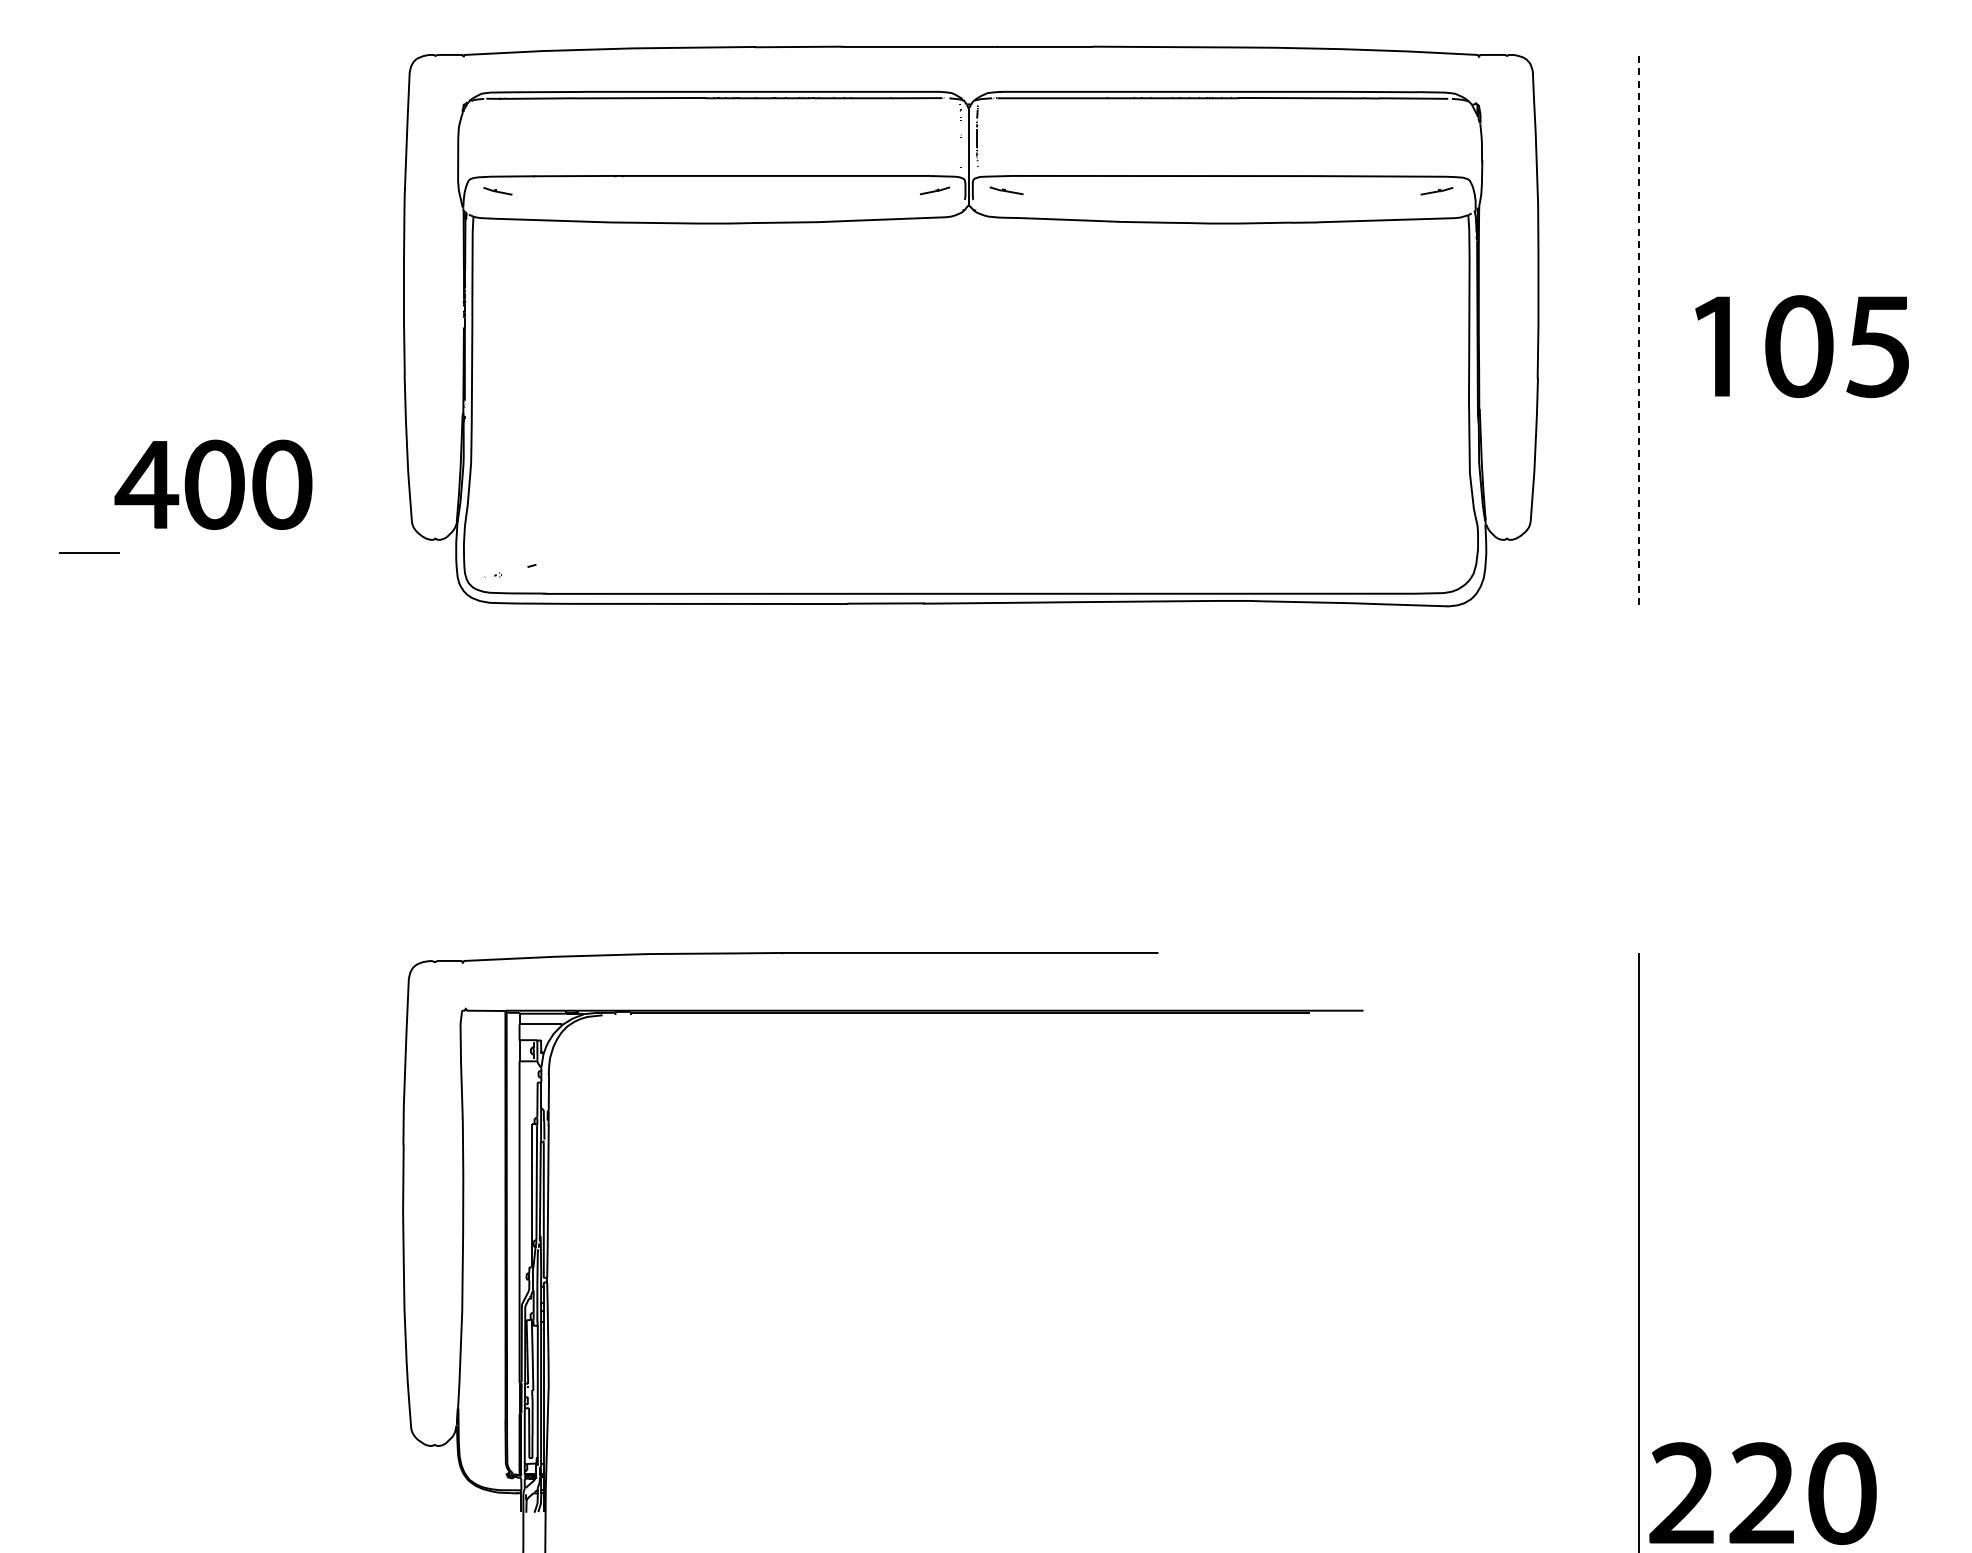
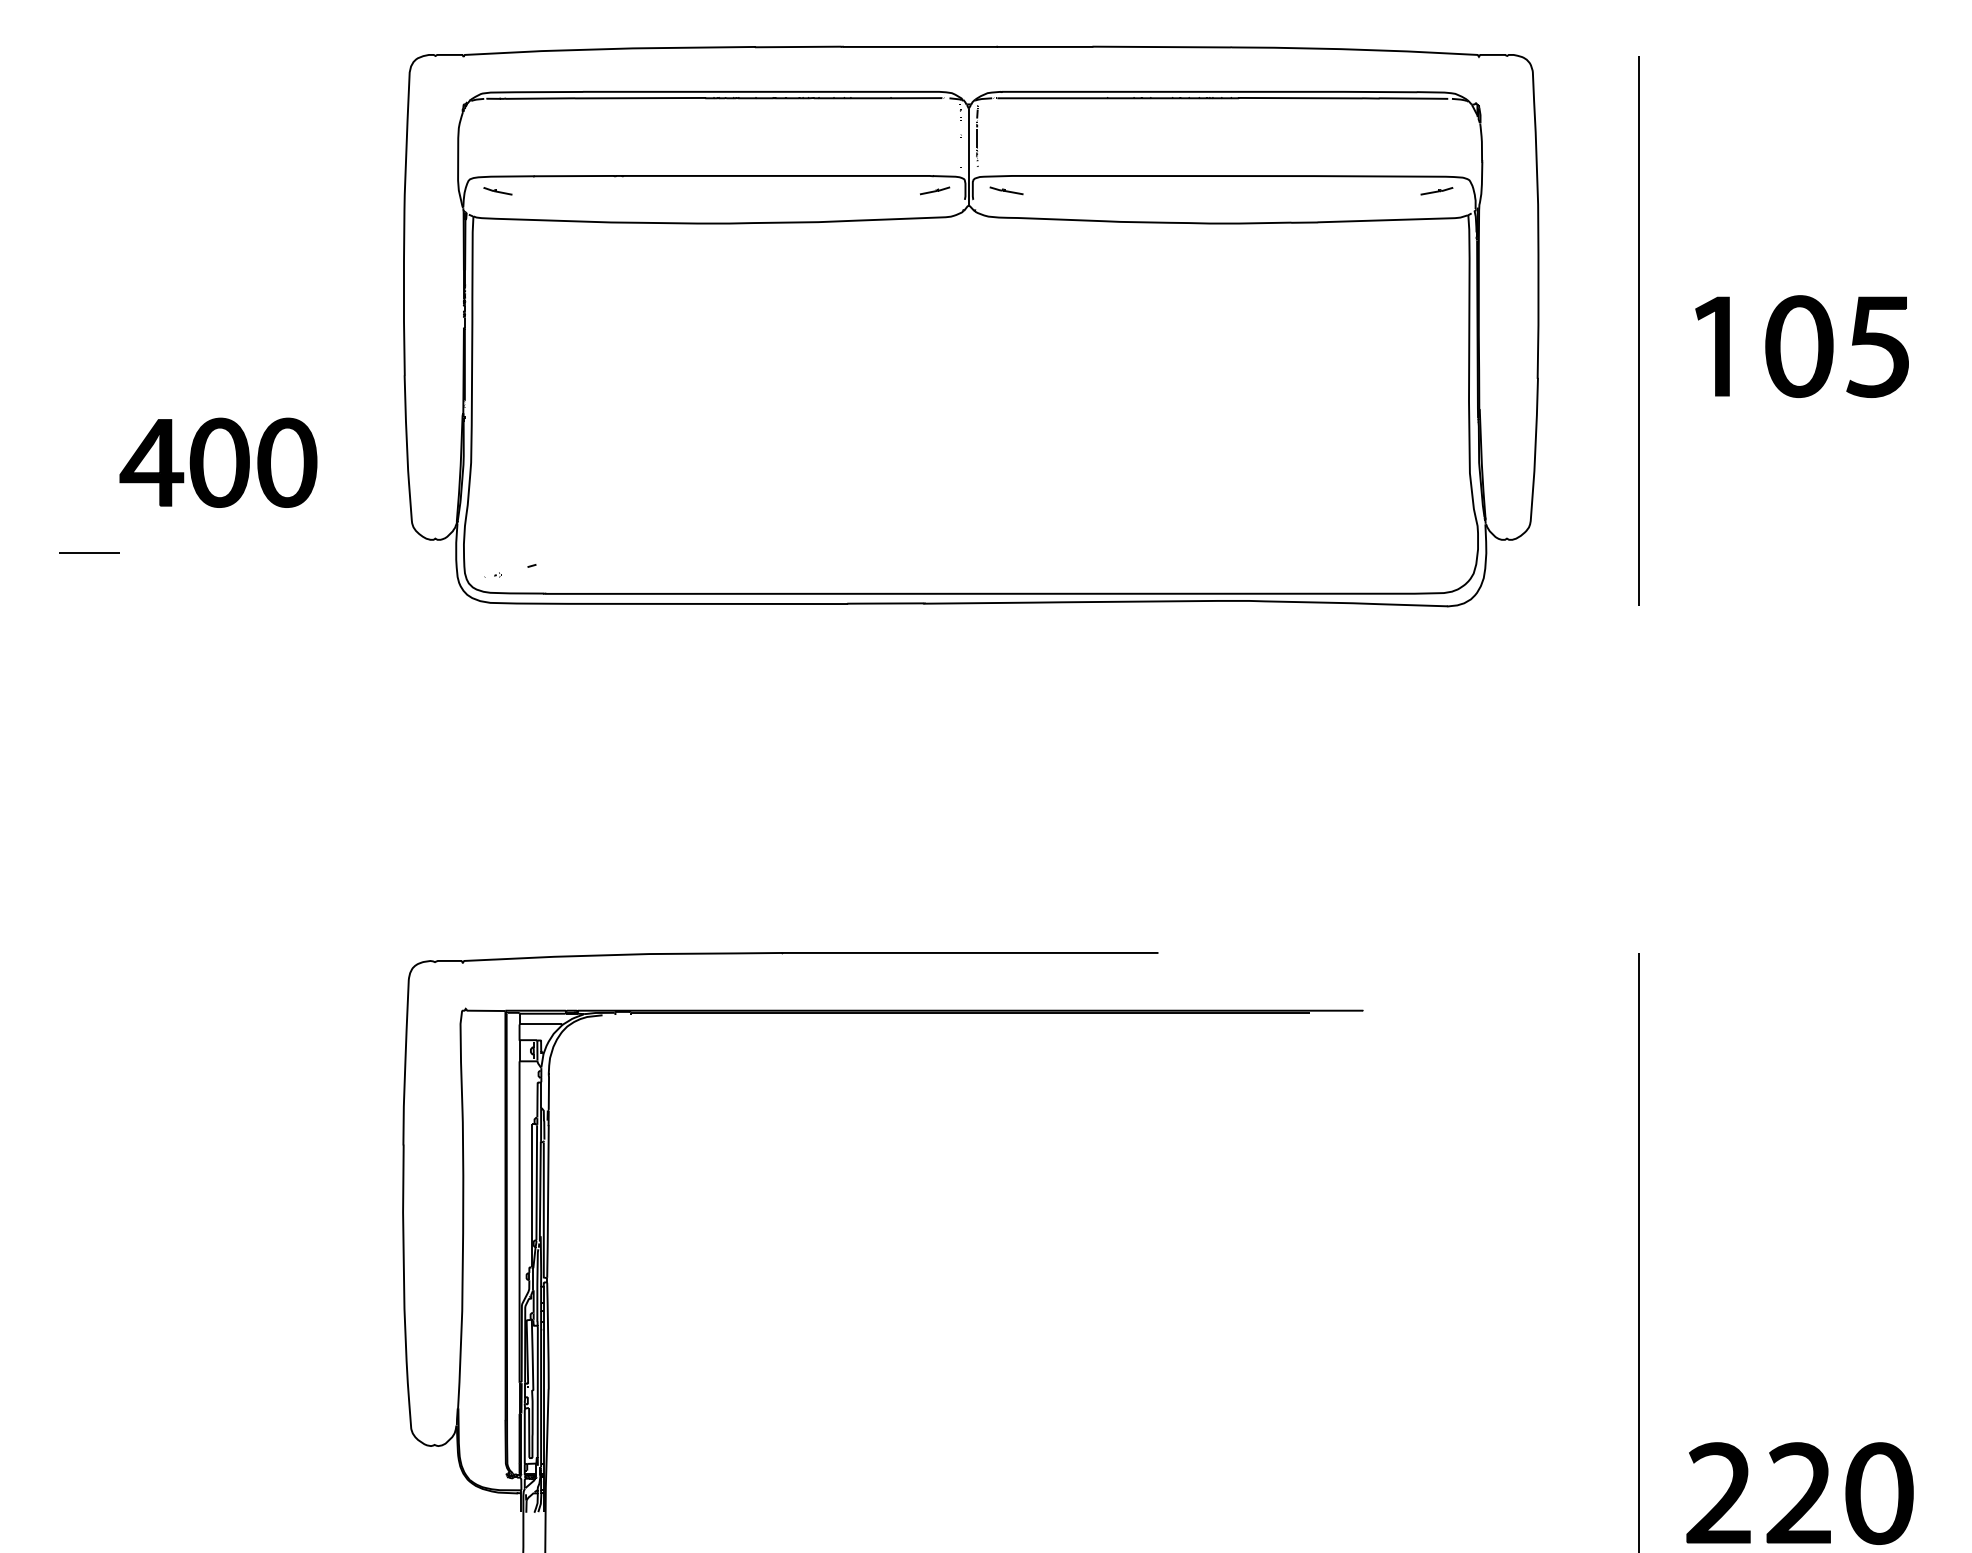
line at (1639, 331): dashed -> solid
part at (213, 484) position: (213, 484) -> (218, 462)
part at (1762, 1493) position: (1762, 1493) -> (1799, 1493)
